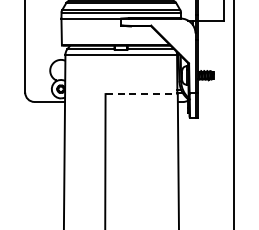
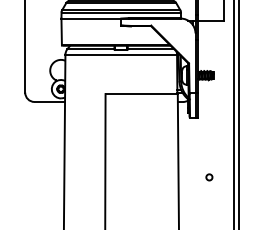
line at (142, 94): dashed -> solid
line at (238, 114): none -> present
circle at (209, 177): none -> present
